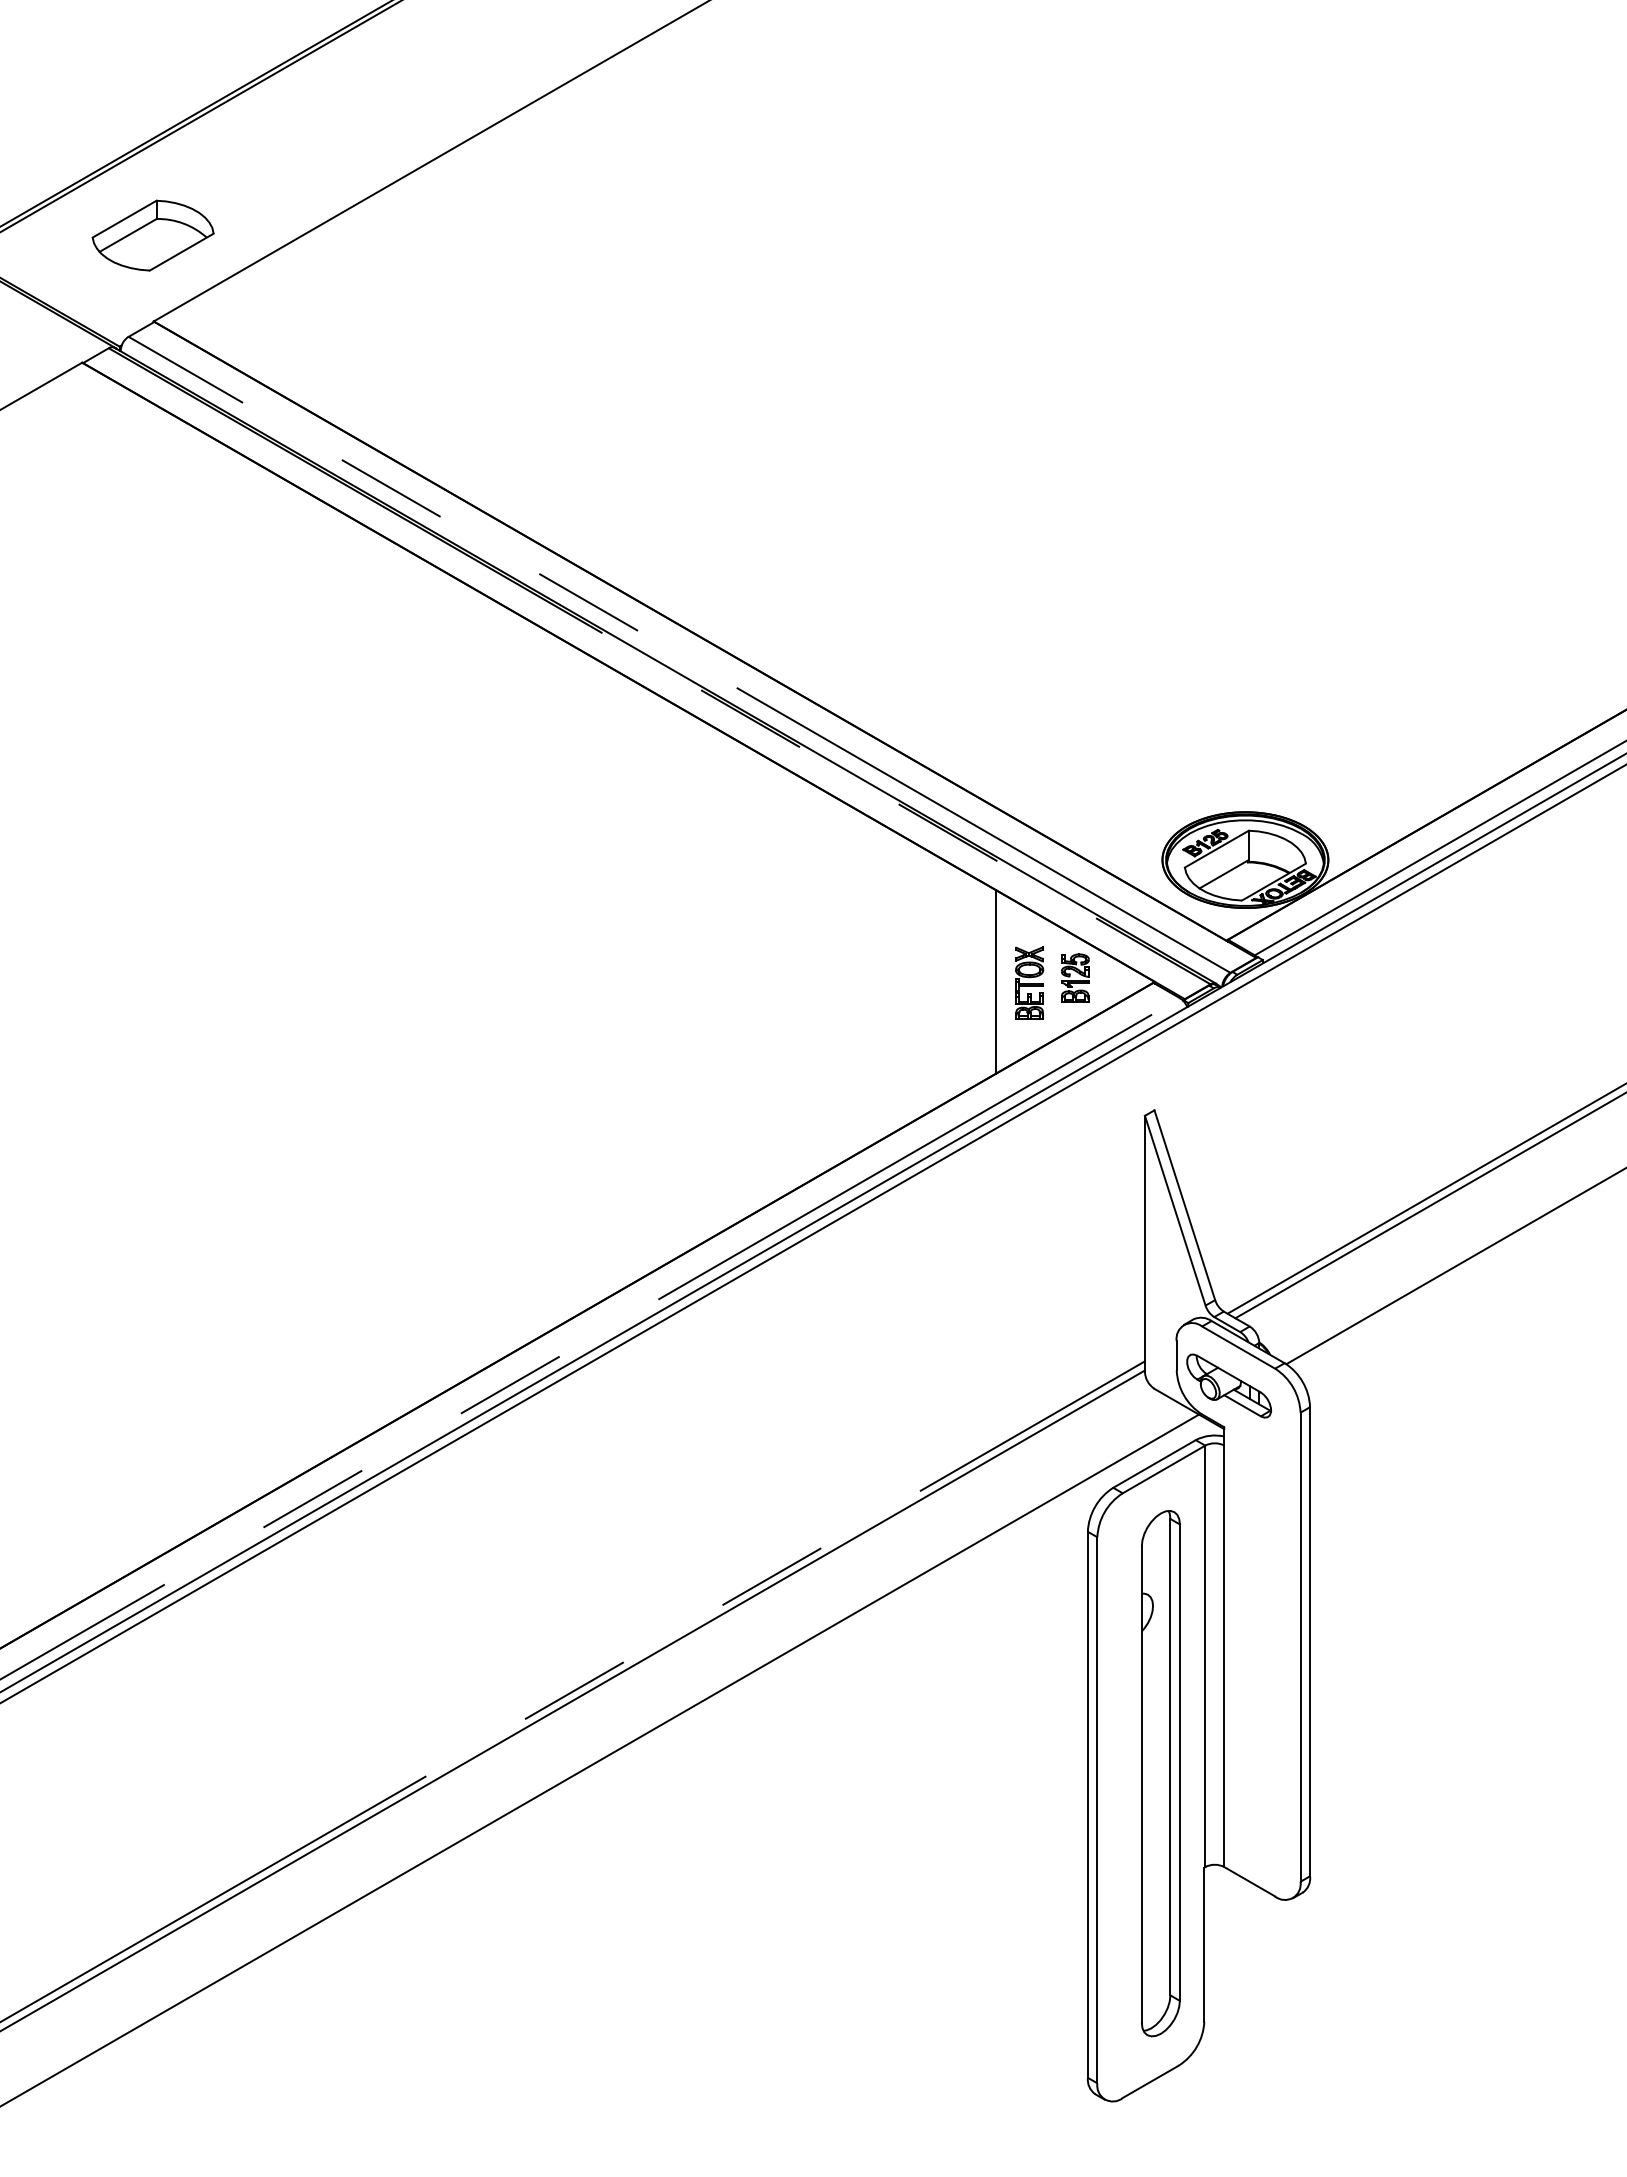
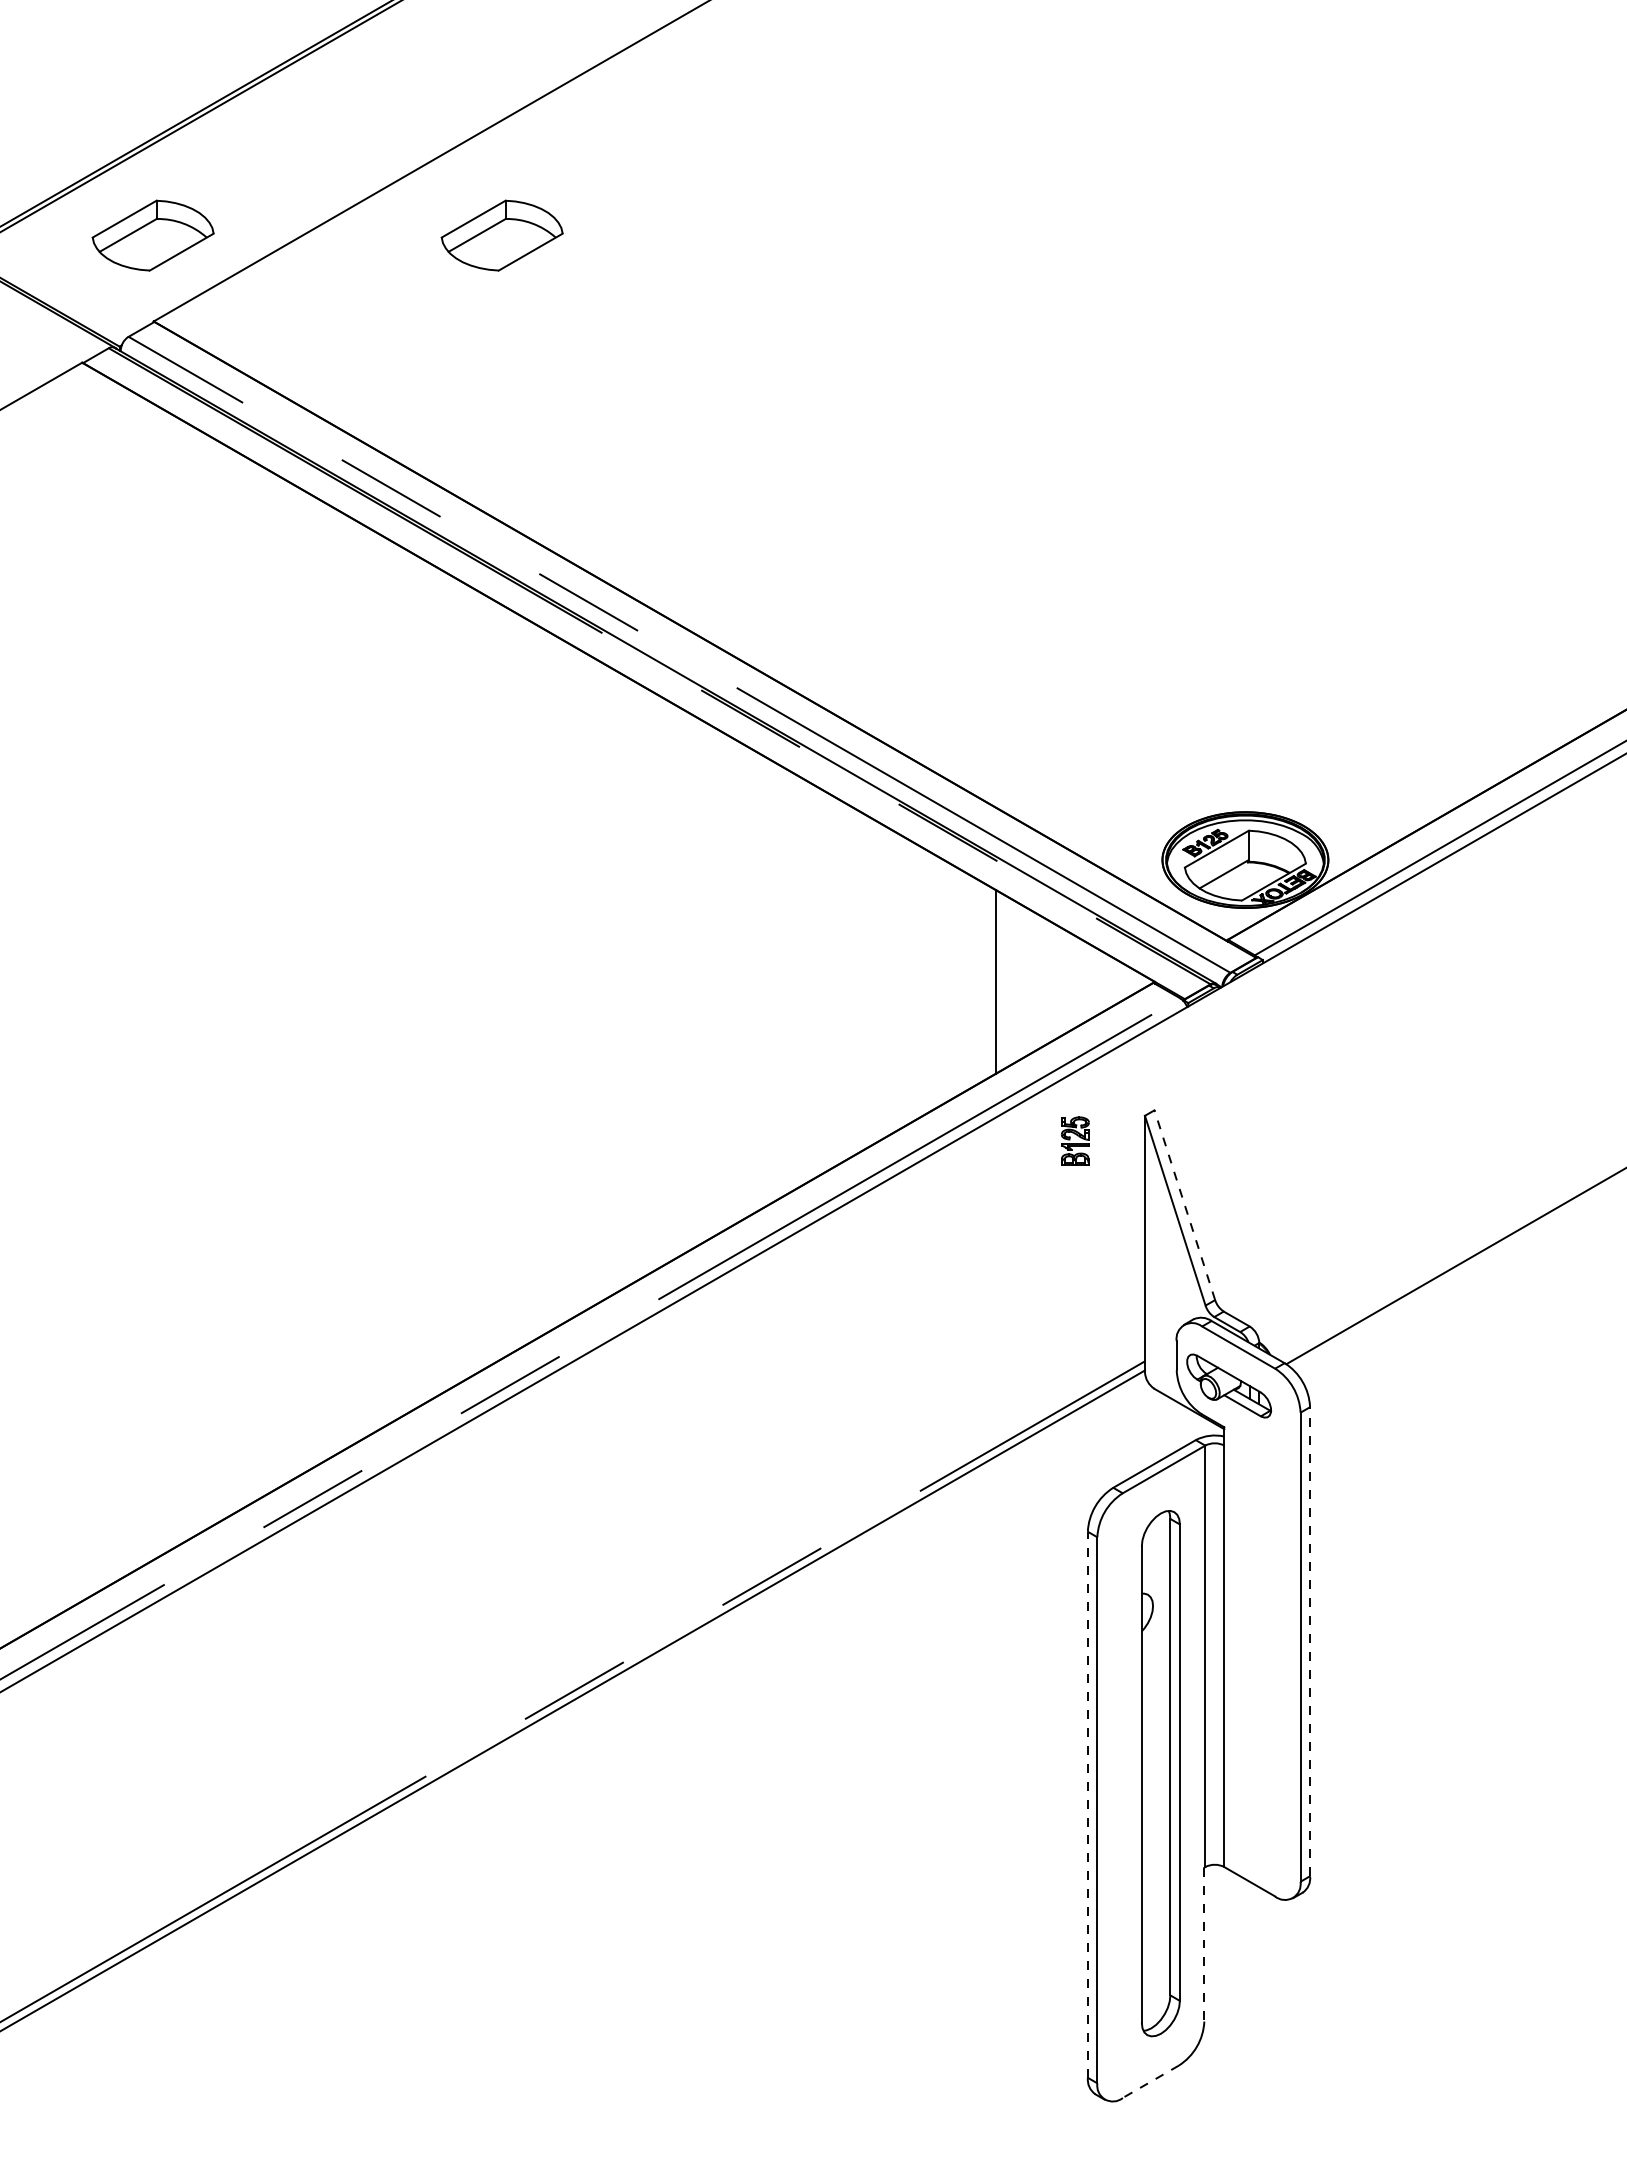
part at (501, 235): none -> present
part at (1075, 977) position: (1075, 977) -> (1075, 1140)
part at (1029, 982): present -> none
line at (1425, 1199): present -> none
line at (1184, 1205): solid -> dashed
line at (1429, 1206): present -> none
line at (812, 1234): present -> none
line at (1310, 1641): solid -> dashed
line at (600, 1759): present -> none
line at (1087, 1804): solid -> dashed
line at (1204, 1944): solid -> dashed
line at (1150, 2082): solid -> dashed
